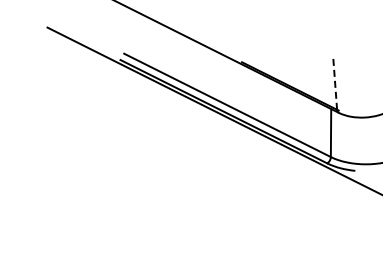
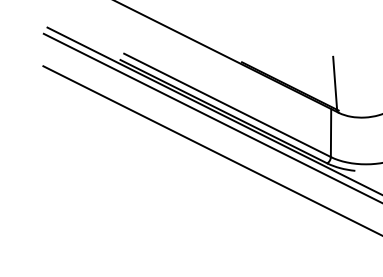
line at (335, 83): dashed -> solid
line at (211, 117): none -> present
line at (211, 150): none -> present
